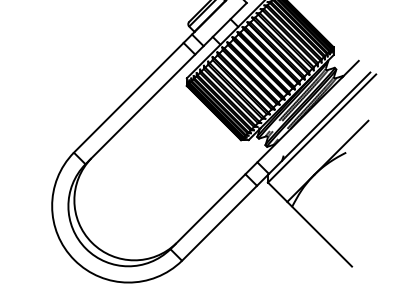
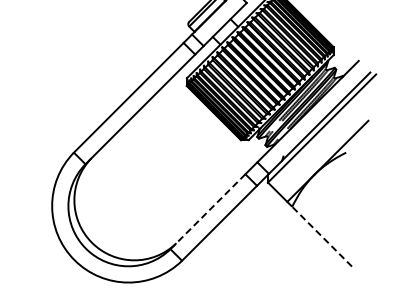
line at (208, 211): solid -> dashed
line at (321, 236): solid -> dashed
